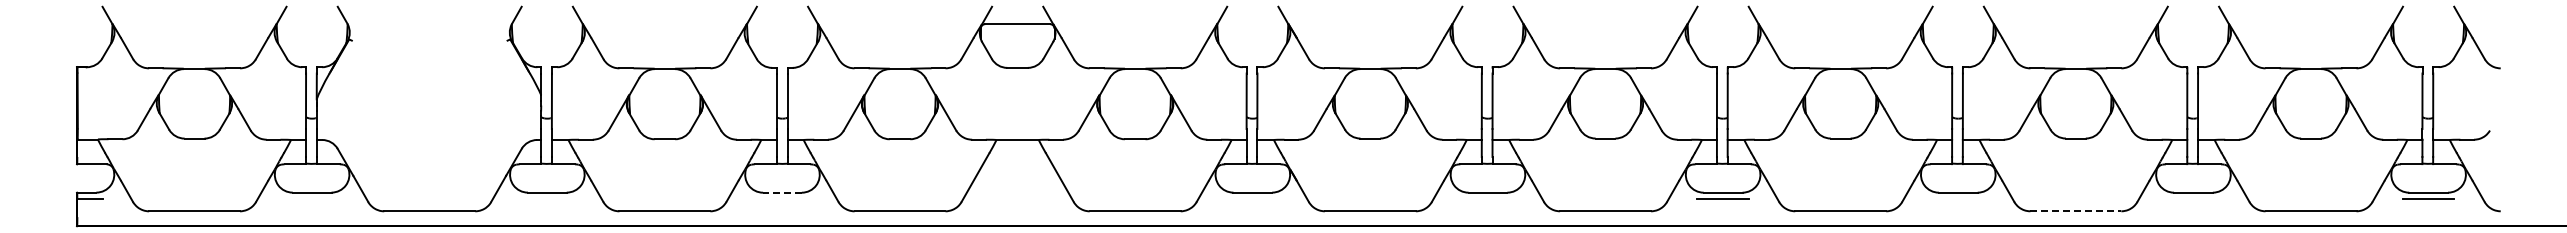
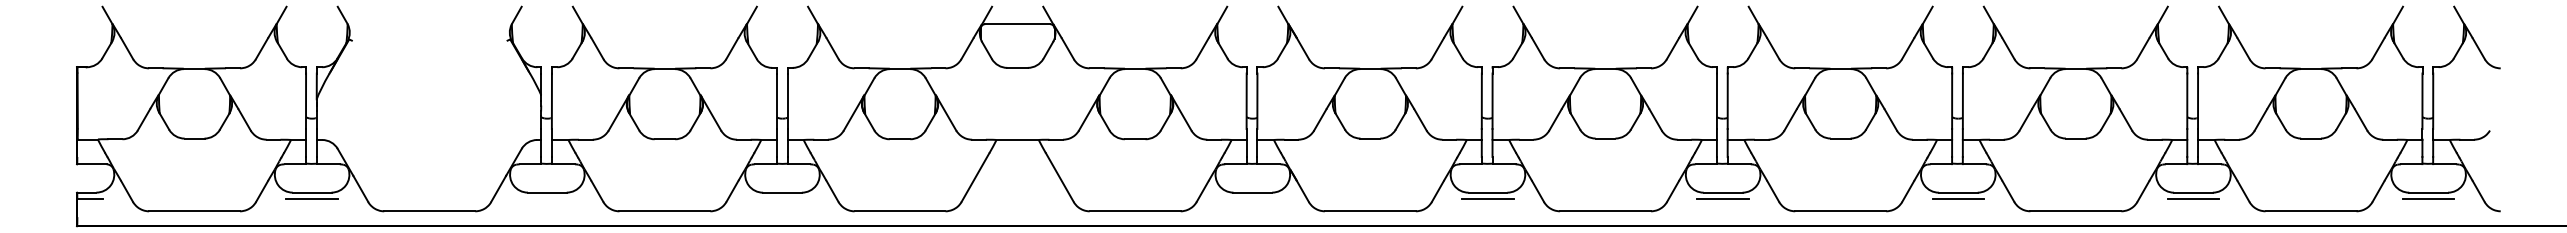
line at (782, 192): dashed -> solid
line at (311, 199): none -> present
line at (1487, 199): none -> present
line at (1958, 199): none -> present
line at (2193, 199): none -> present
line at (2076, 211): dashed -> solid
